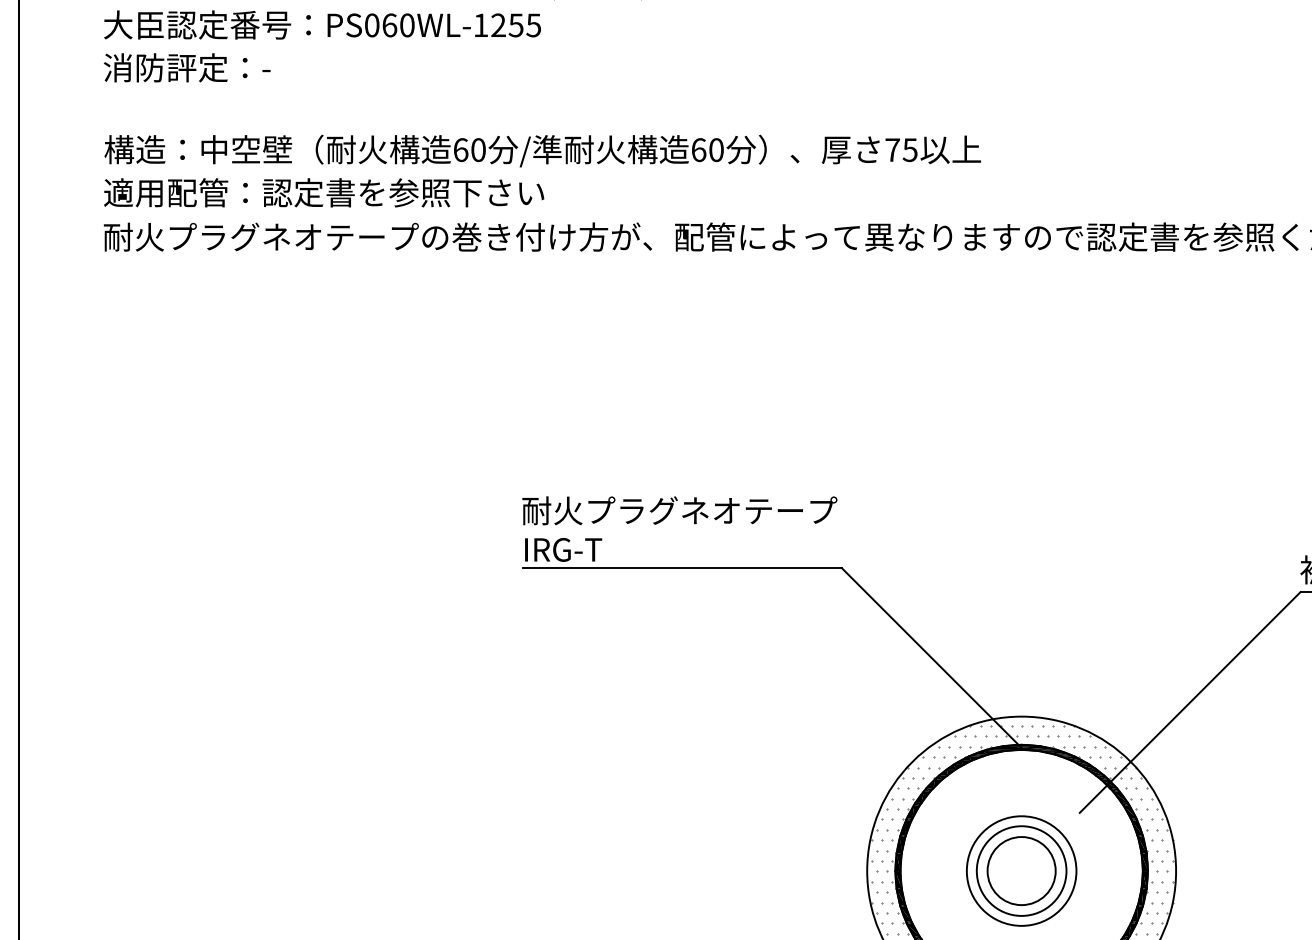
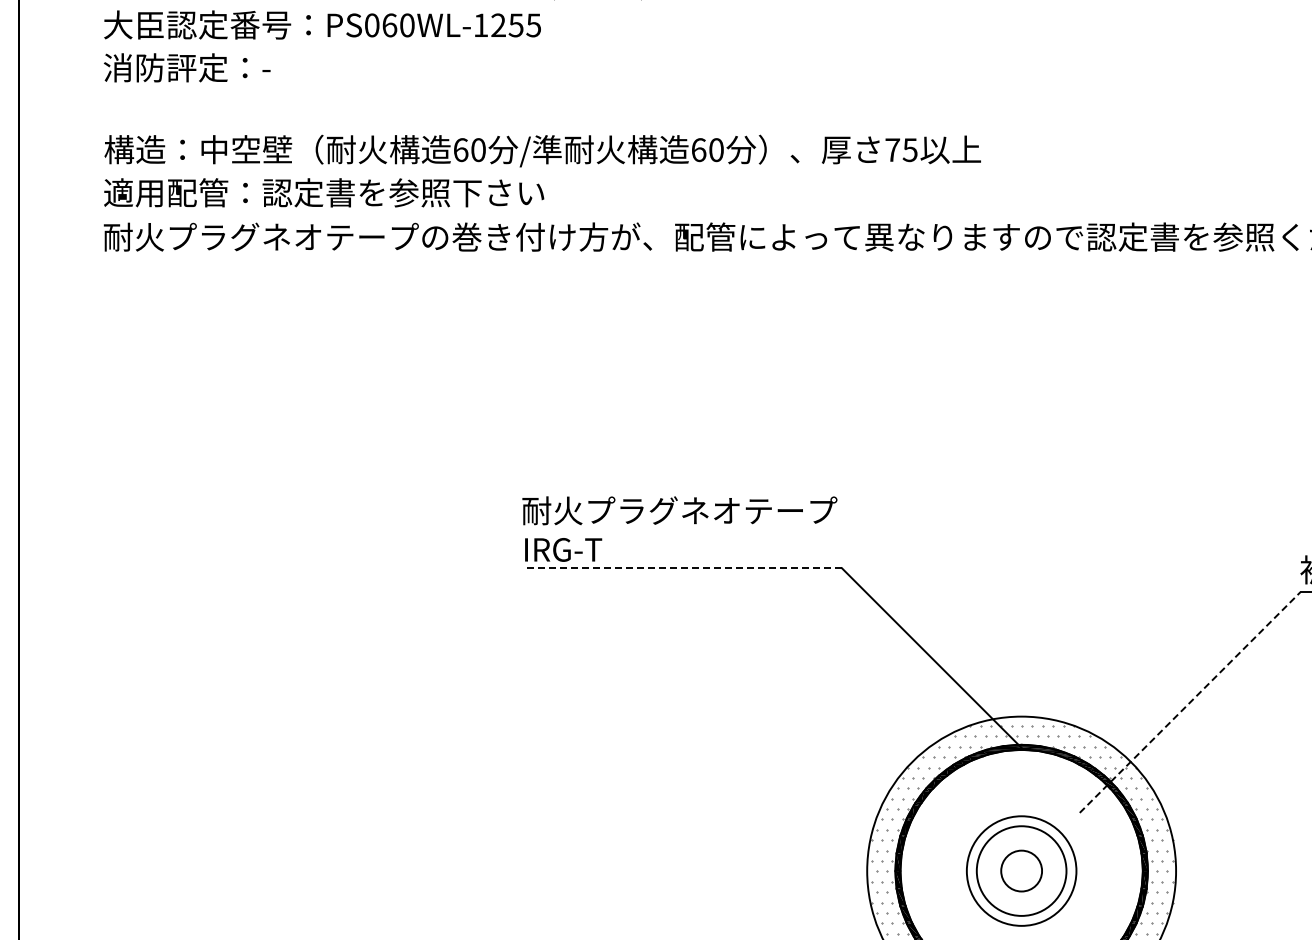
line at (681, 568): solid -> dashed
line at (1190, 702): solid -> dashed
circle at (1021, 871) diameter: 68 px -> 41 px
